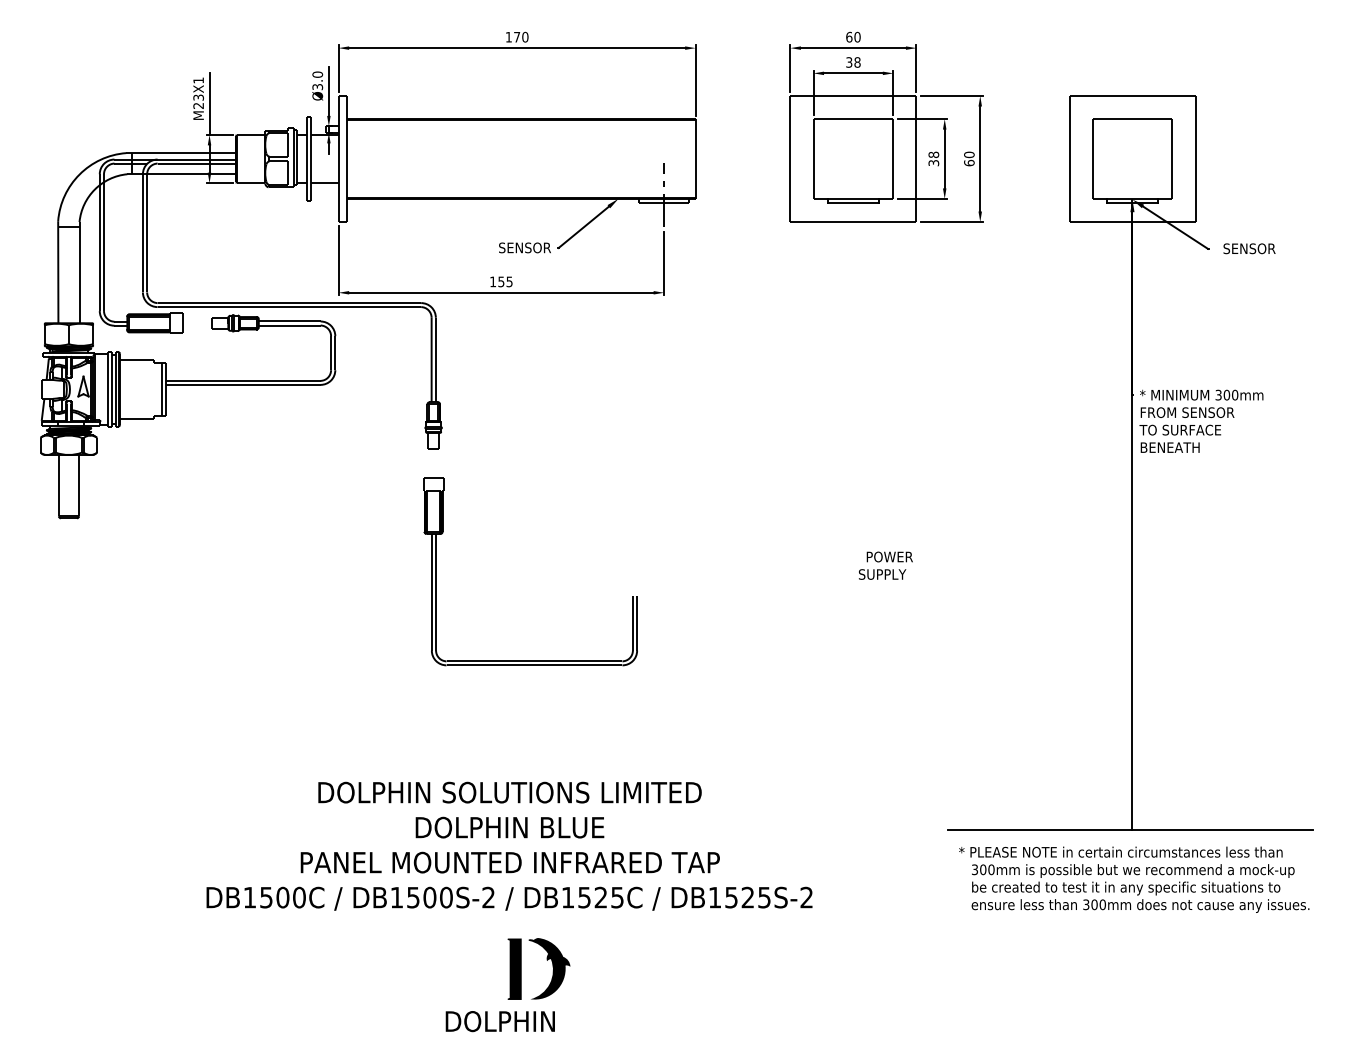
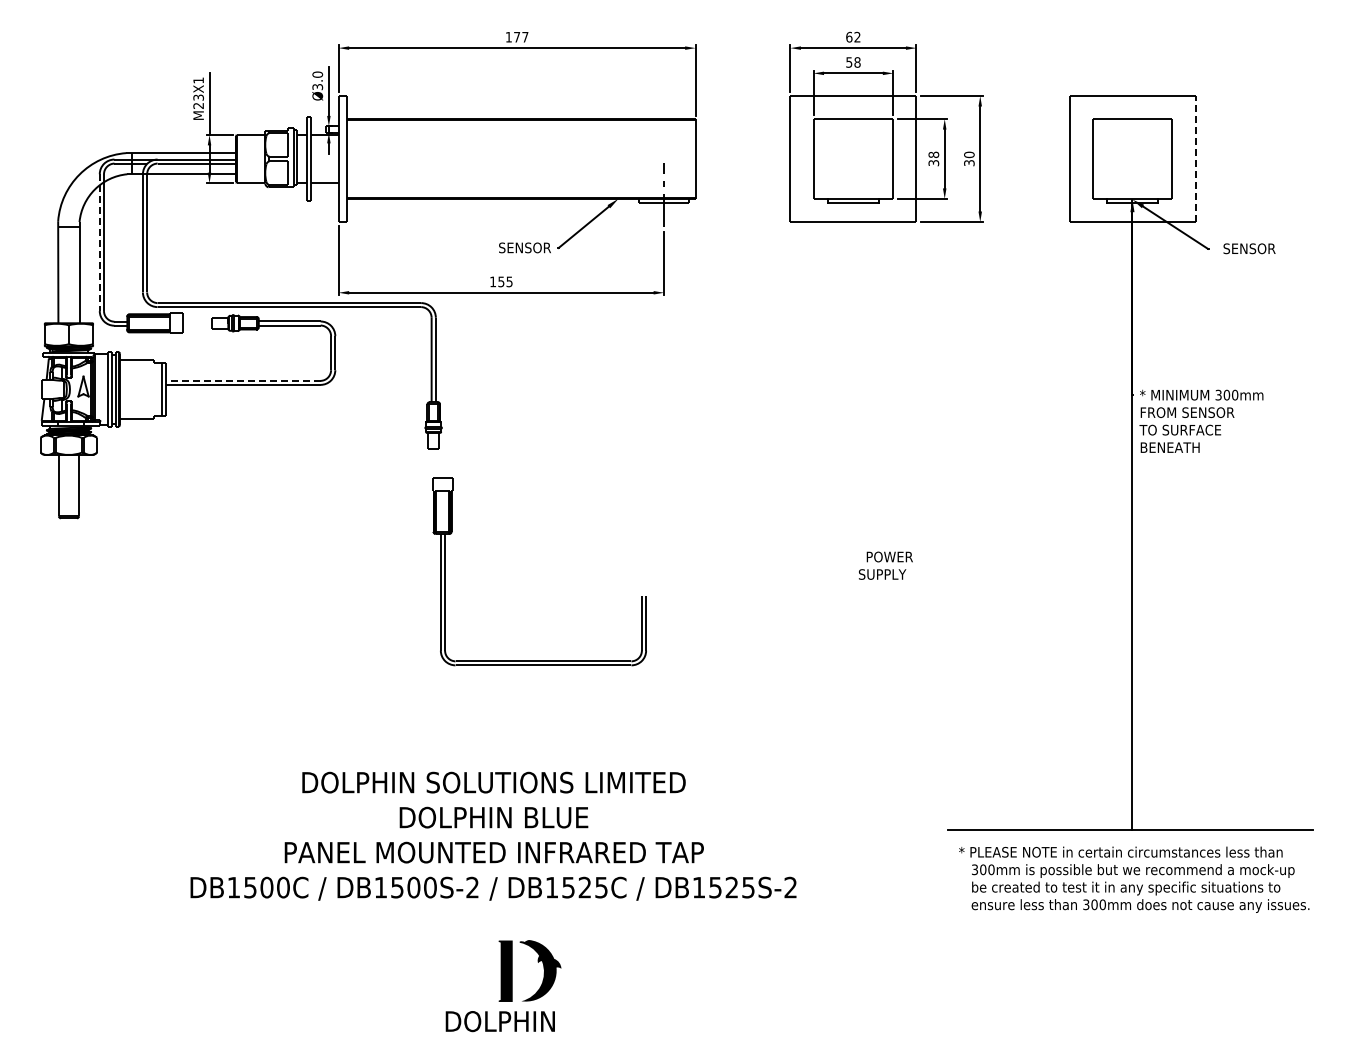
text at (525, 36): 170 -> 177
text at (857, 37): 60 -> 62
text at (849, 61): 38 -> 58
line at (1195, 159): solid -> dashed
text at (969, 162): 60 -> 30
line at (99, 243): solid -> dashed
line at (242, 380): solid -> dashed
part at (530, 660) position: (530, 660) -> (539, 660)
text at (509, 845) position: (509, 845) -> (493, 835)
part at (546, 959) position: (546, 959) -> (537, 961)
